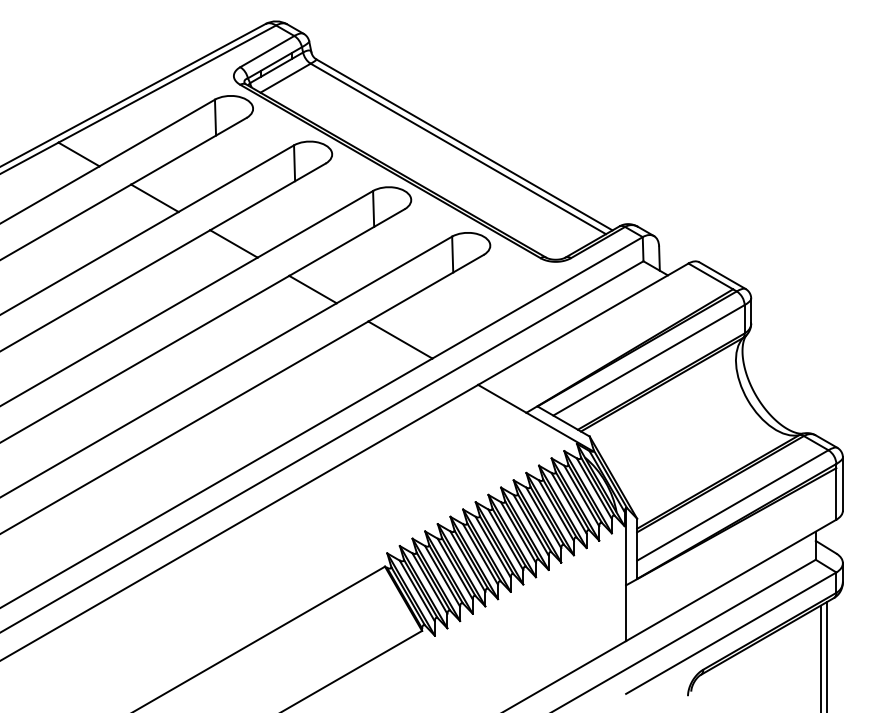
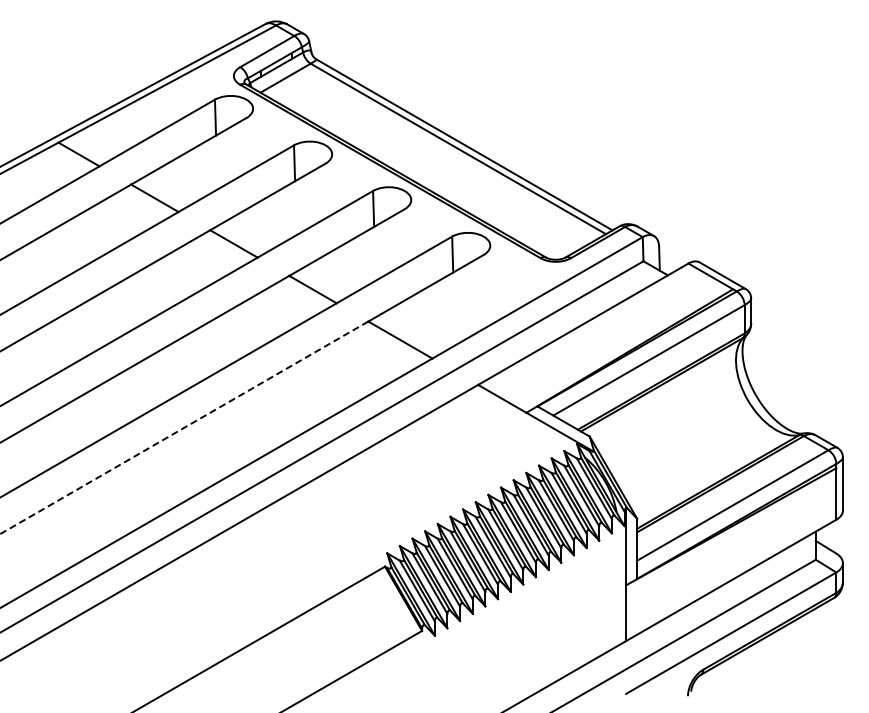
line at (184, 427): solid -> dashed
line at (827, 655): present -> none
line at (820, 657): present -> none
